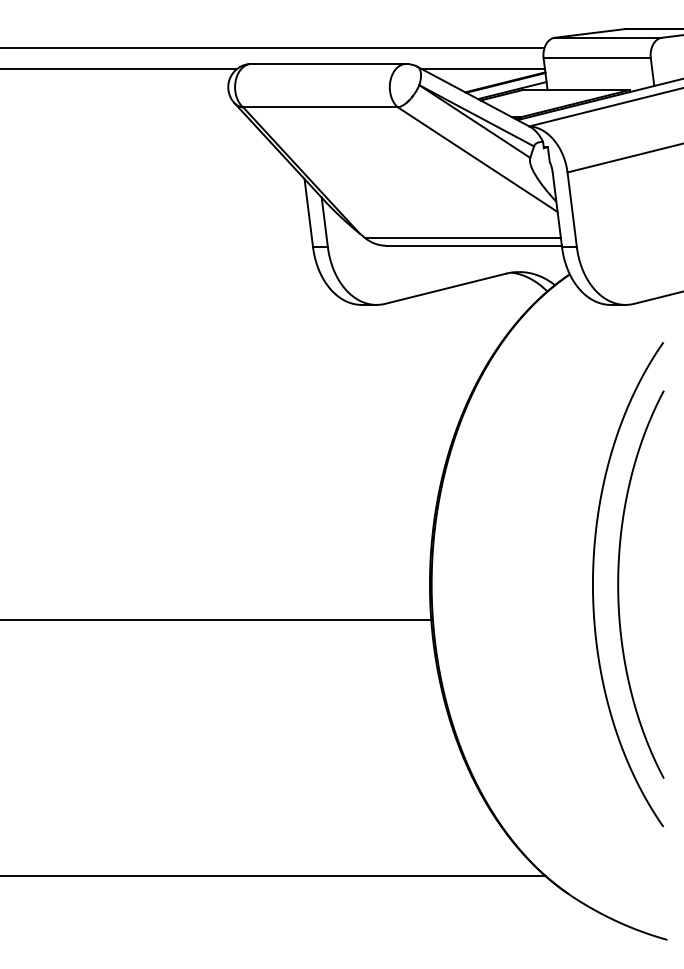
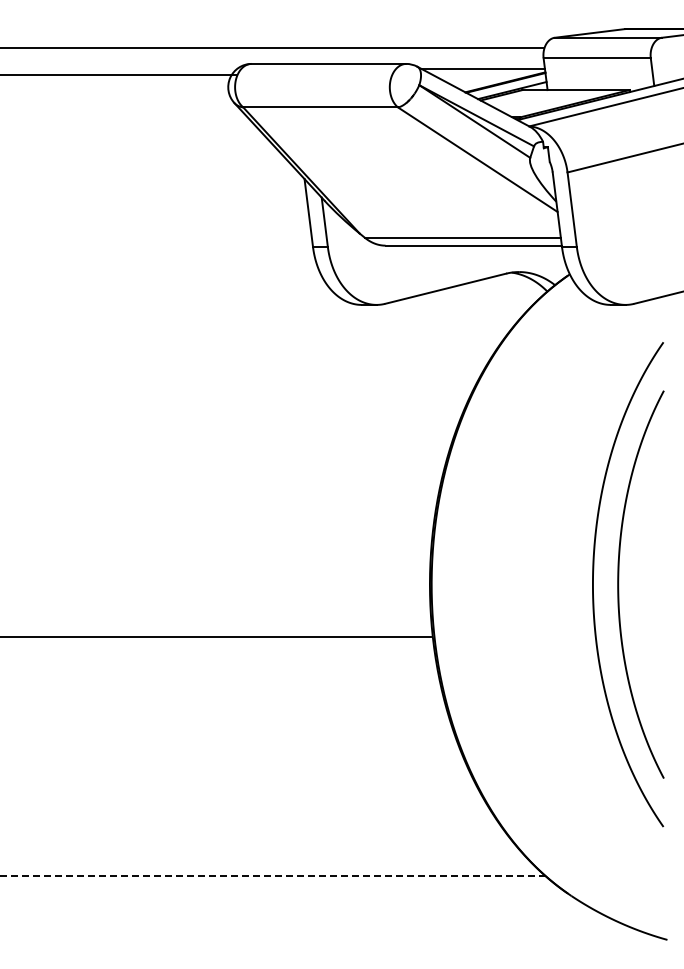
line at (119, 69) position: (119, 69) -> (119, 75)
line at (216, 619) position: (216, 619) -> (216, 636)
line at (272, 876): solid -> dashed
